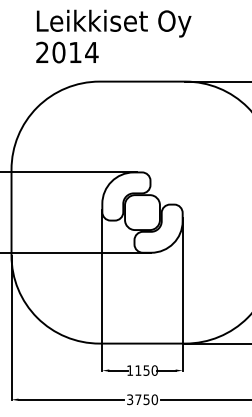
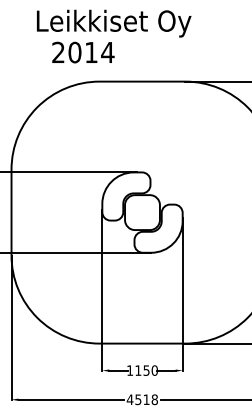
text at (67, 52) position: (67, 52) -> (83, 52)
text at (142, 399): 3750 -> 4518
